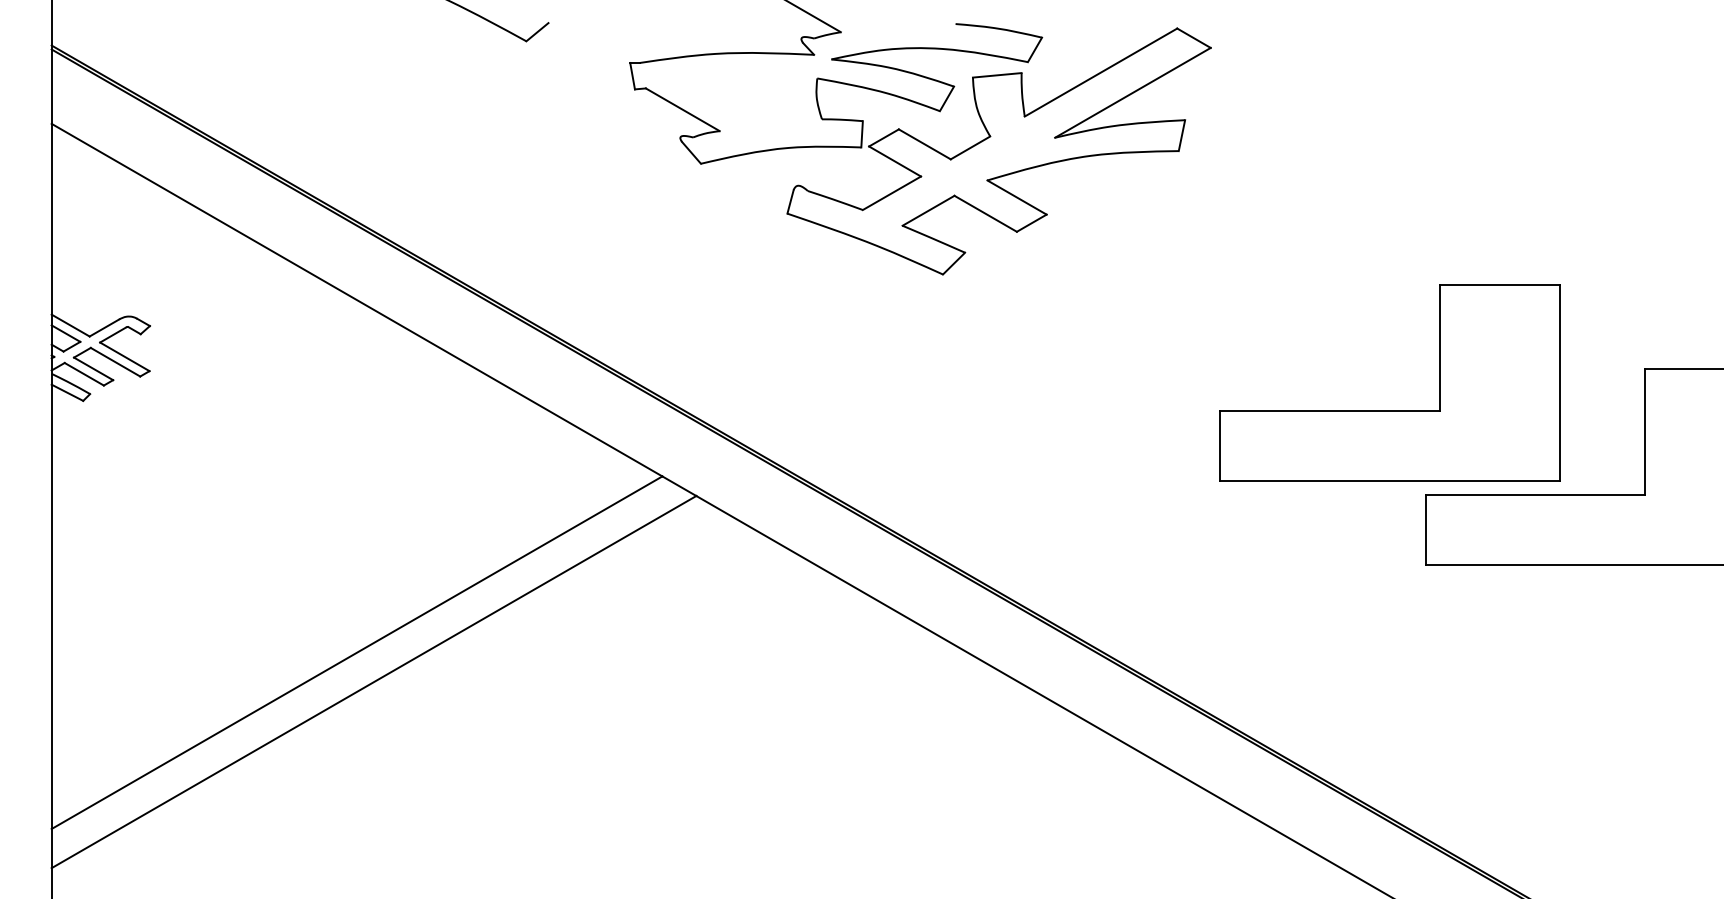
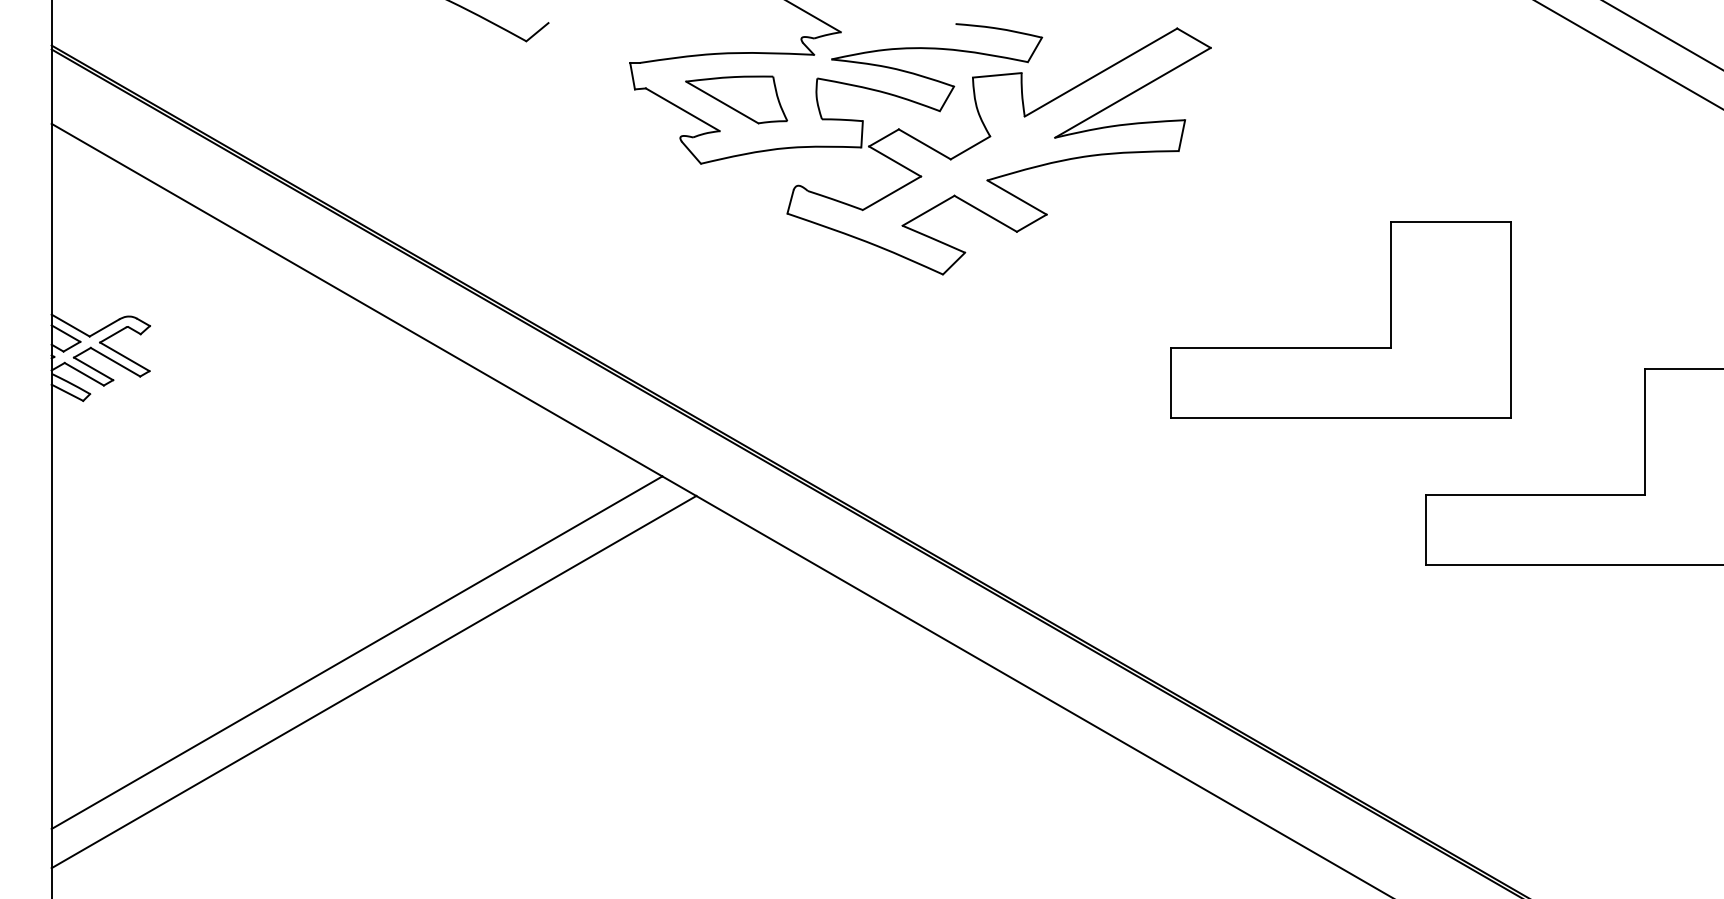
line at (1662, 35): none -> present
line at (1628, 54): none -> present
part at (736, 99): none -> present
part at (1389, 410) position: (1389, 410) -> (1340, 347)
